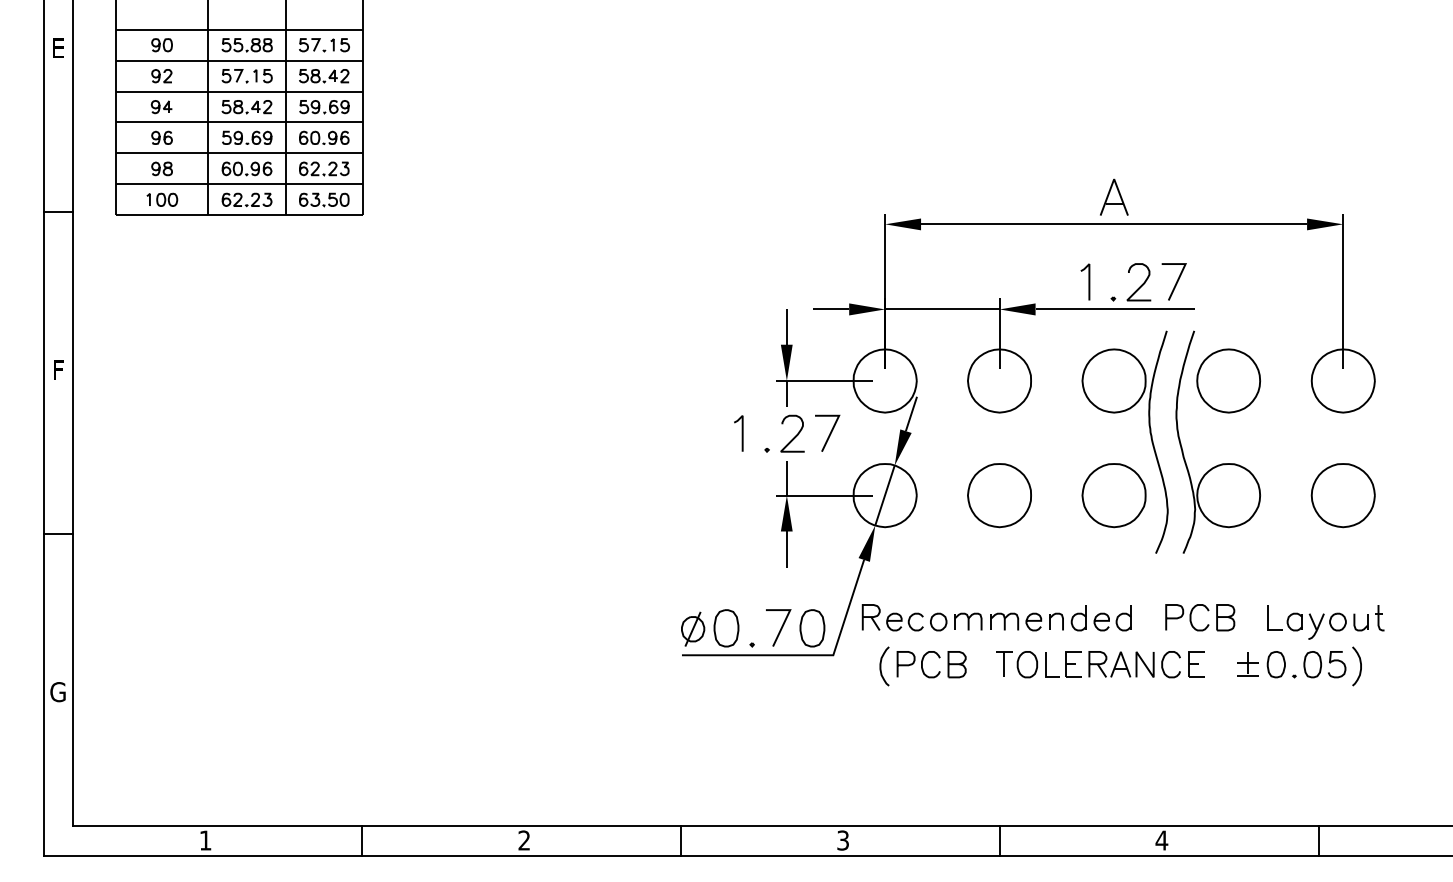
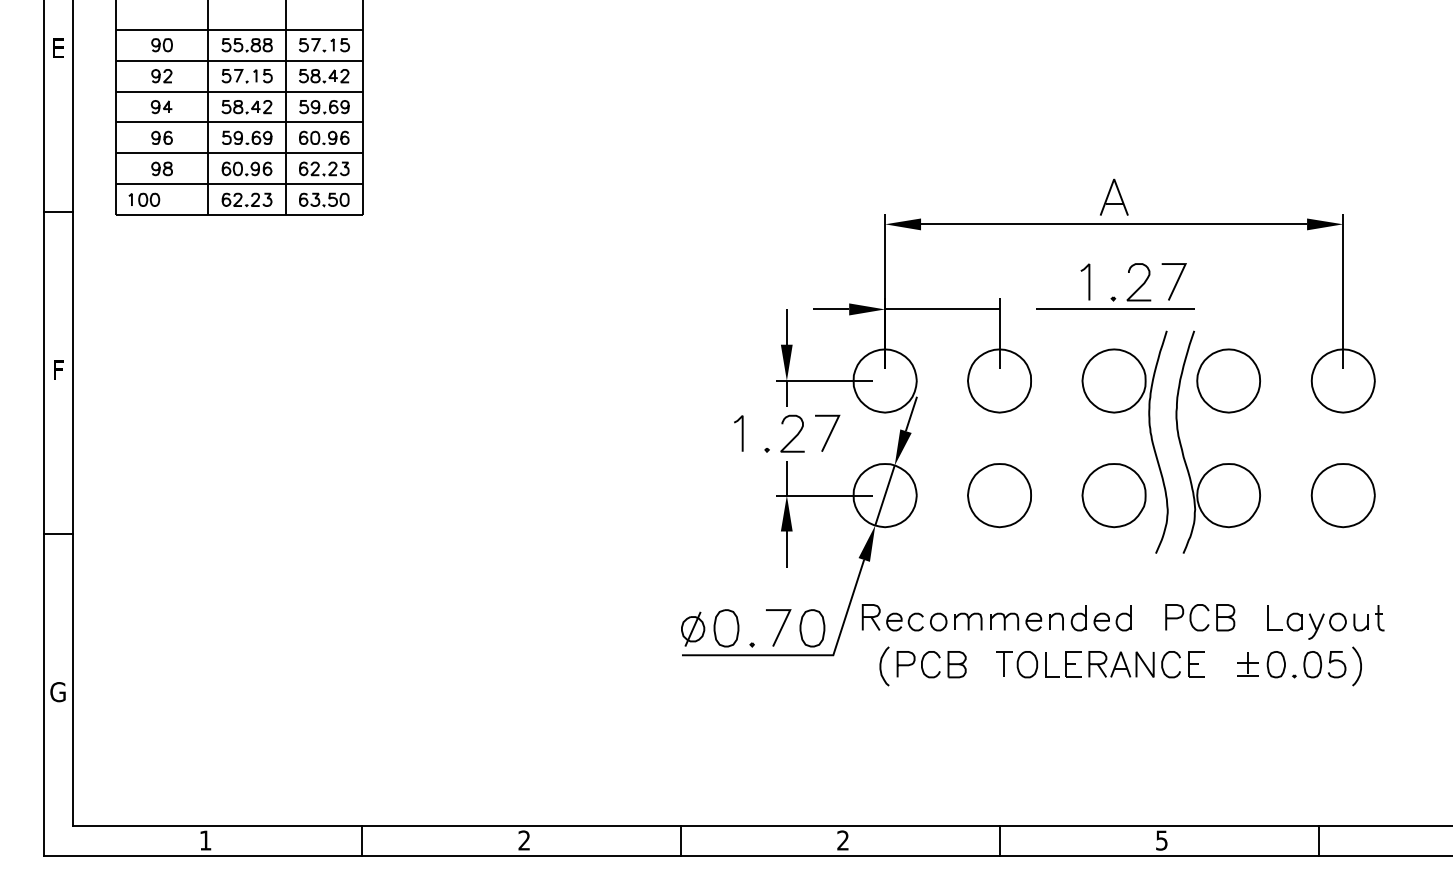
part at (162, 199) position: (162, 199) -> (144, 199)
fill at (1017, 309): present -> none
text at (842, 840): 3 -> 2
text at (1161, 840): 4 -> 5
